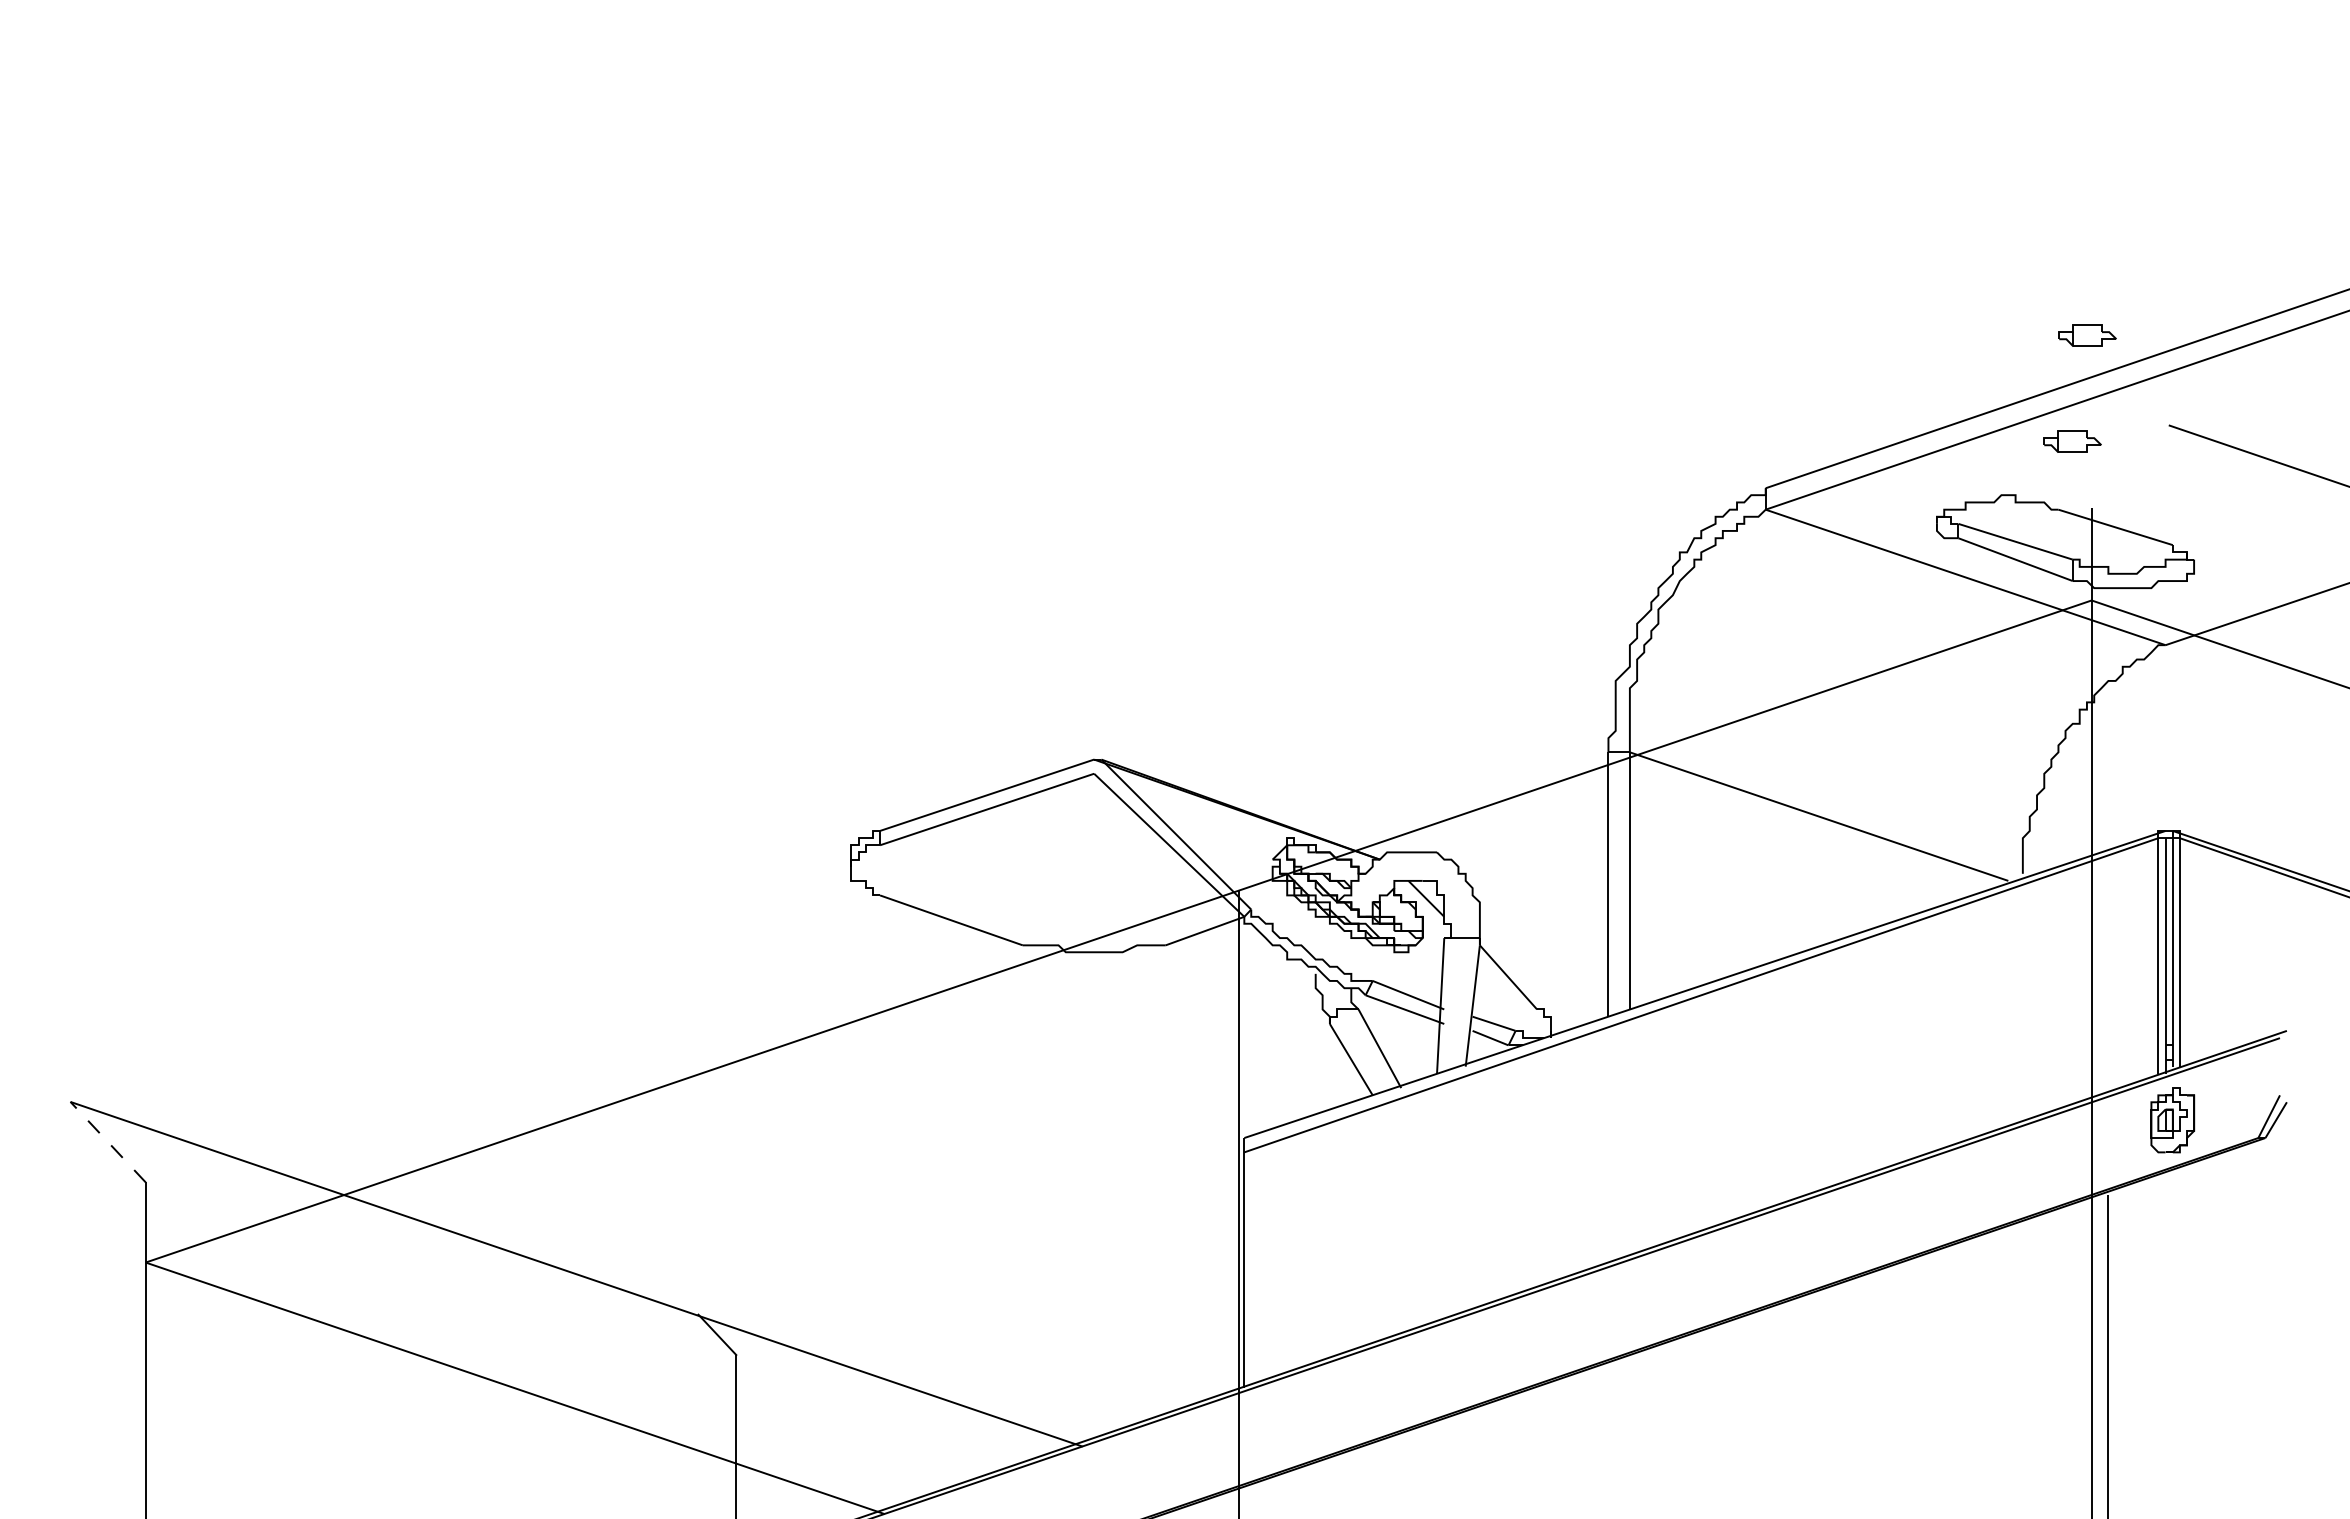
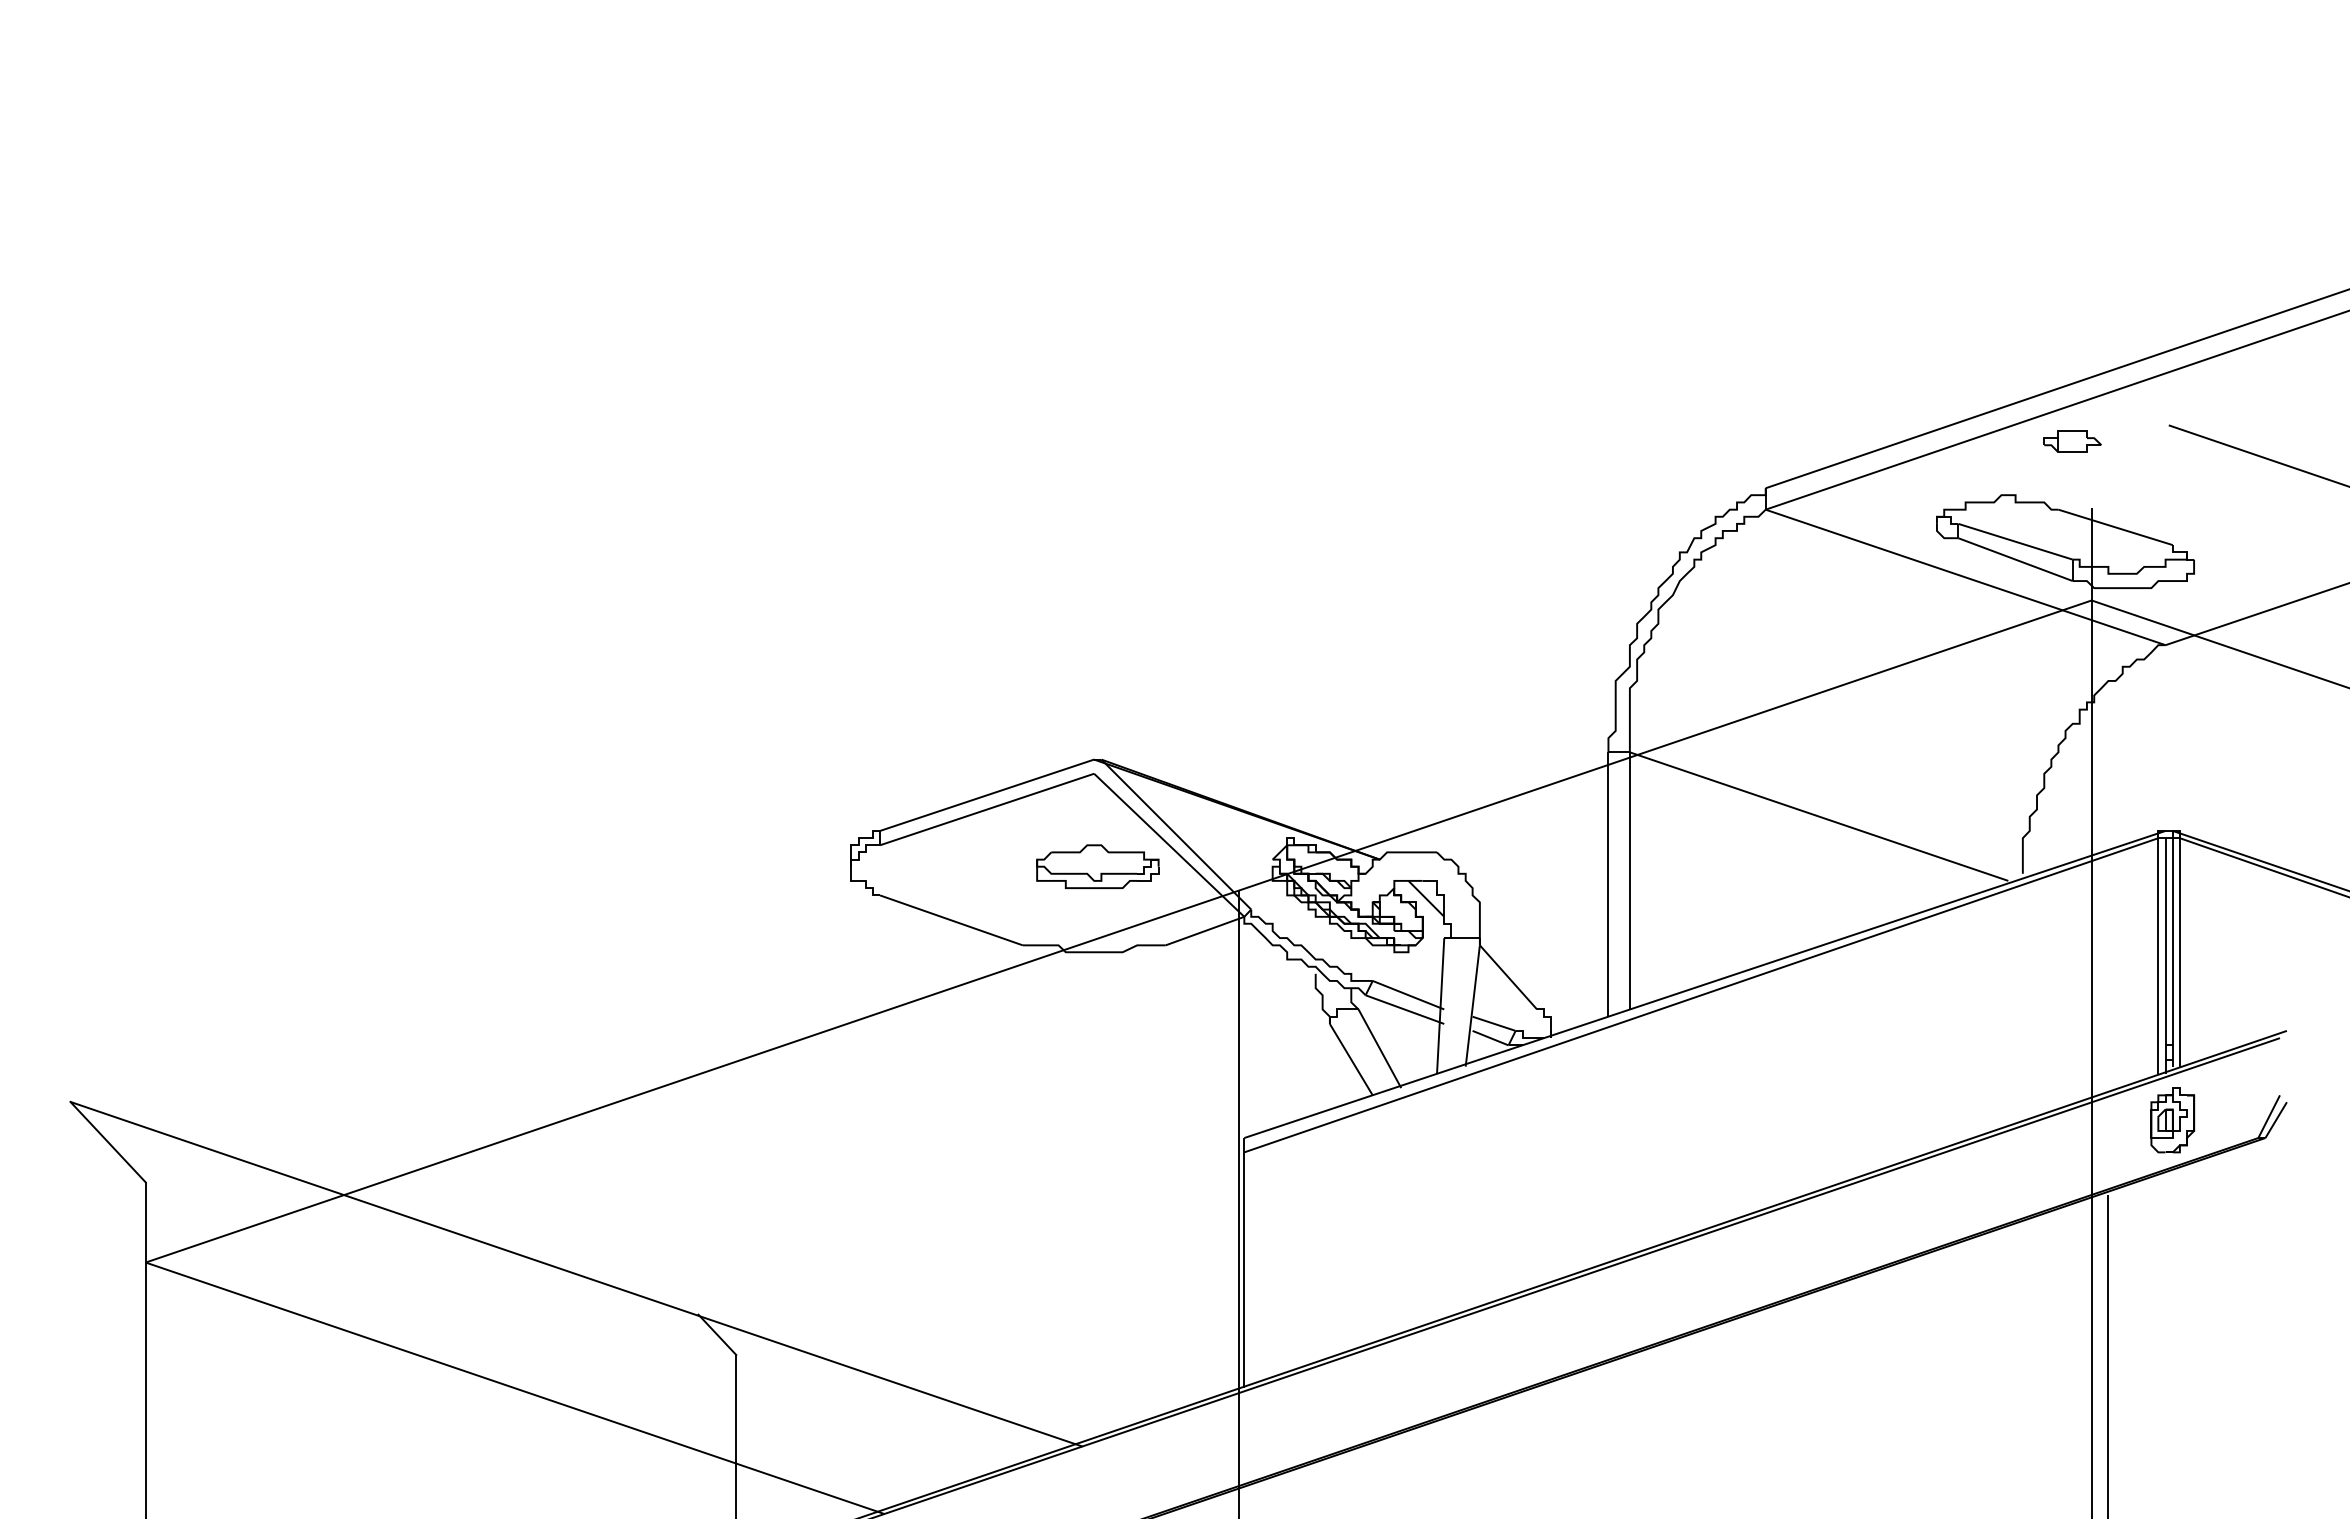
part at (2087, 335): present -> none
part at (1097, 866): none -> present
line at (107, 1141): dashed -> solid
